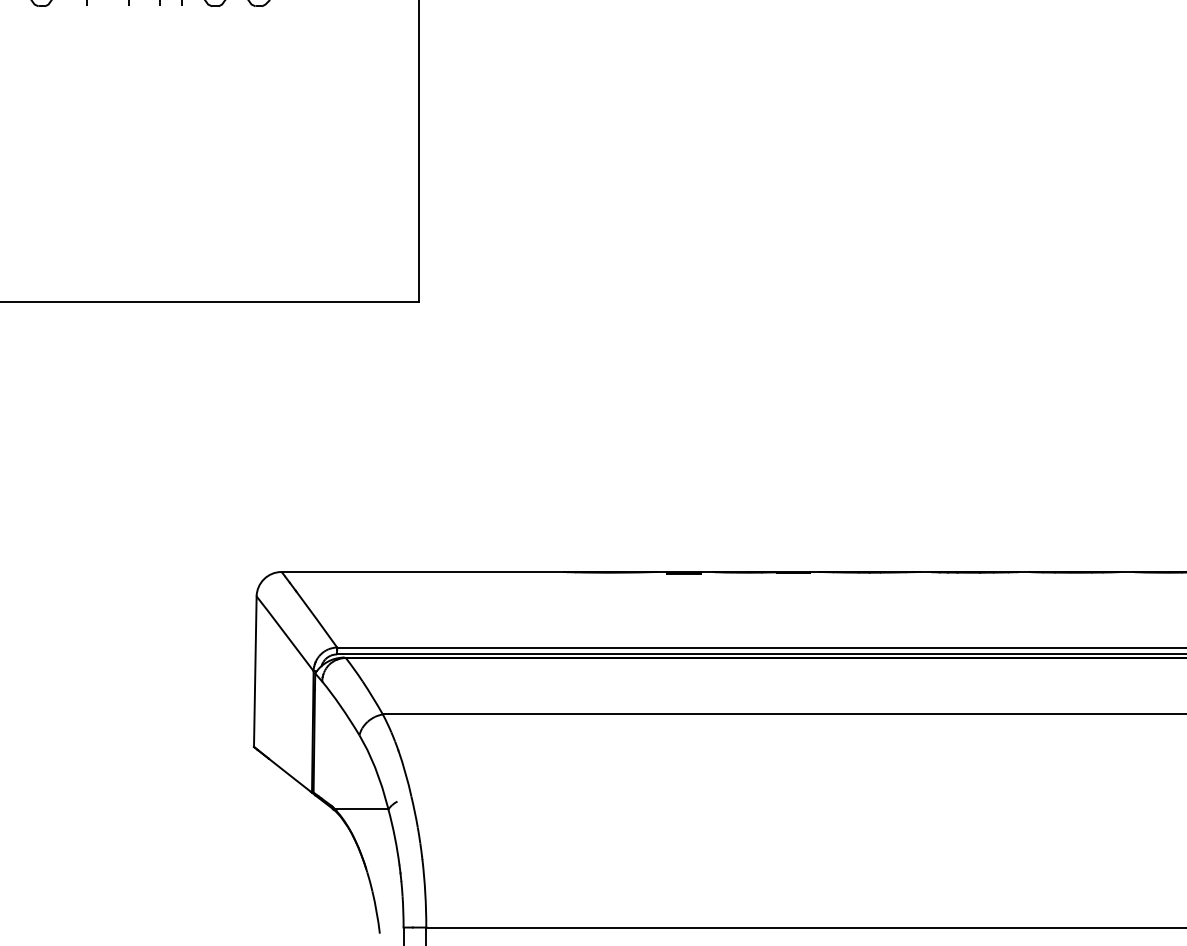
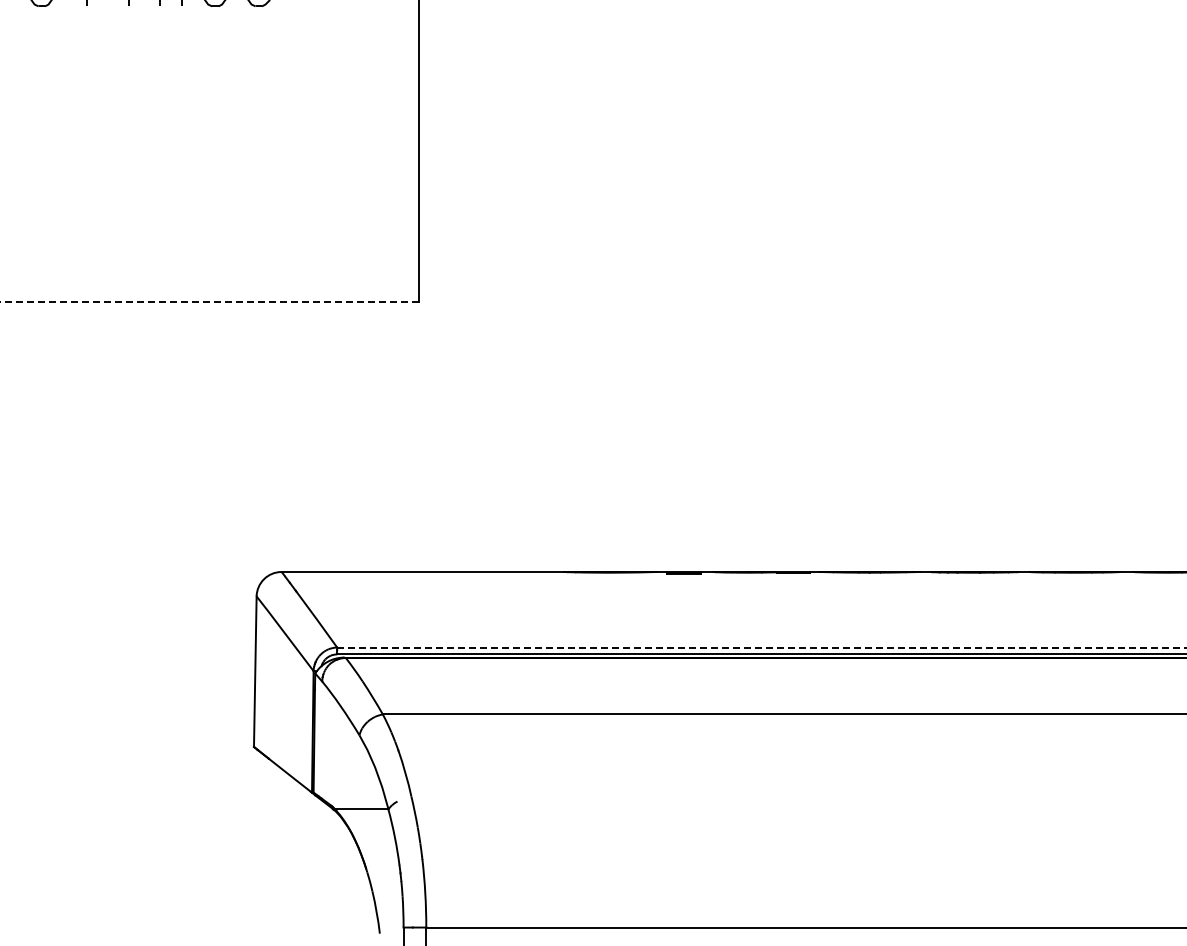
line at (209, 301): solid -> dashed
line at (762, 647): solid -> dashed
